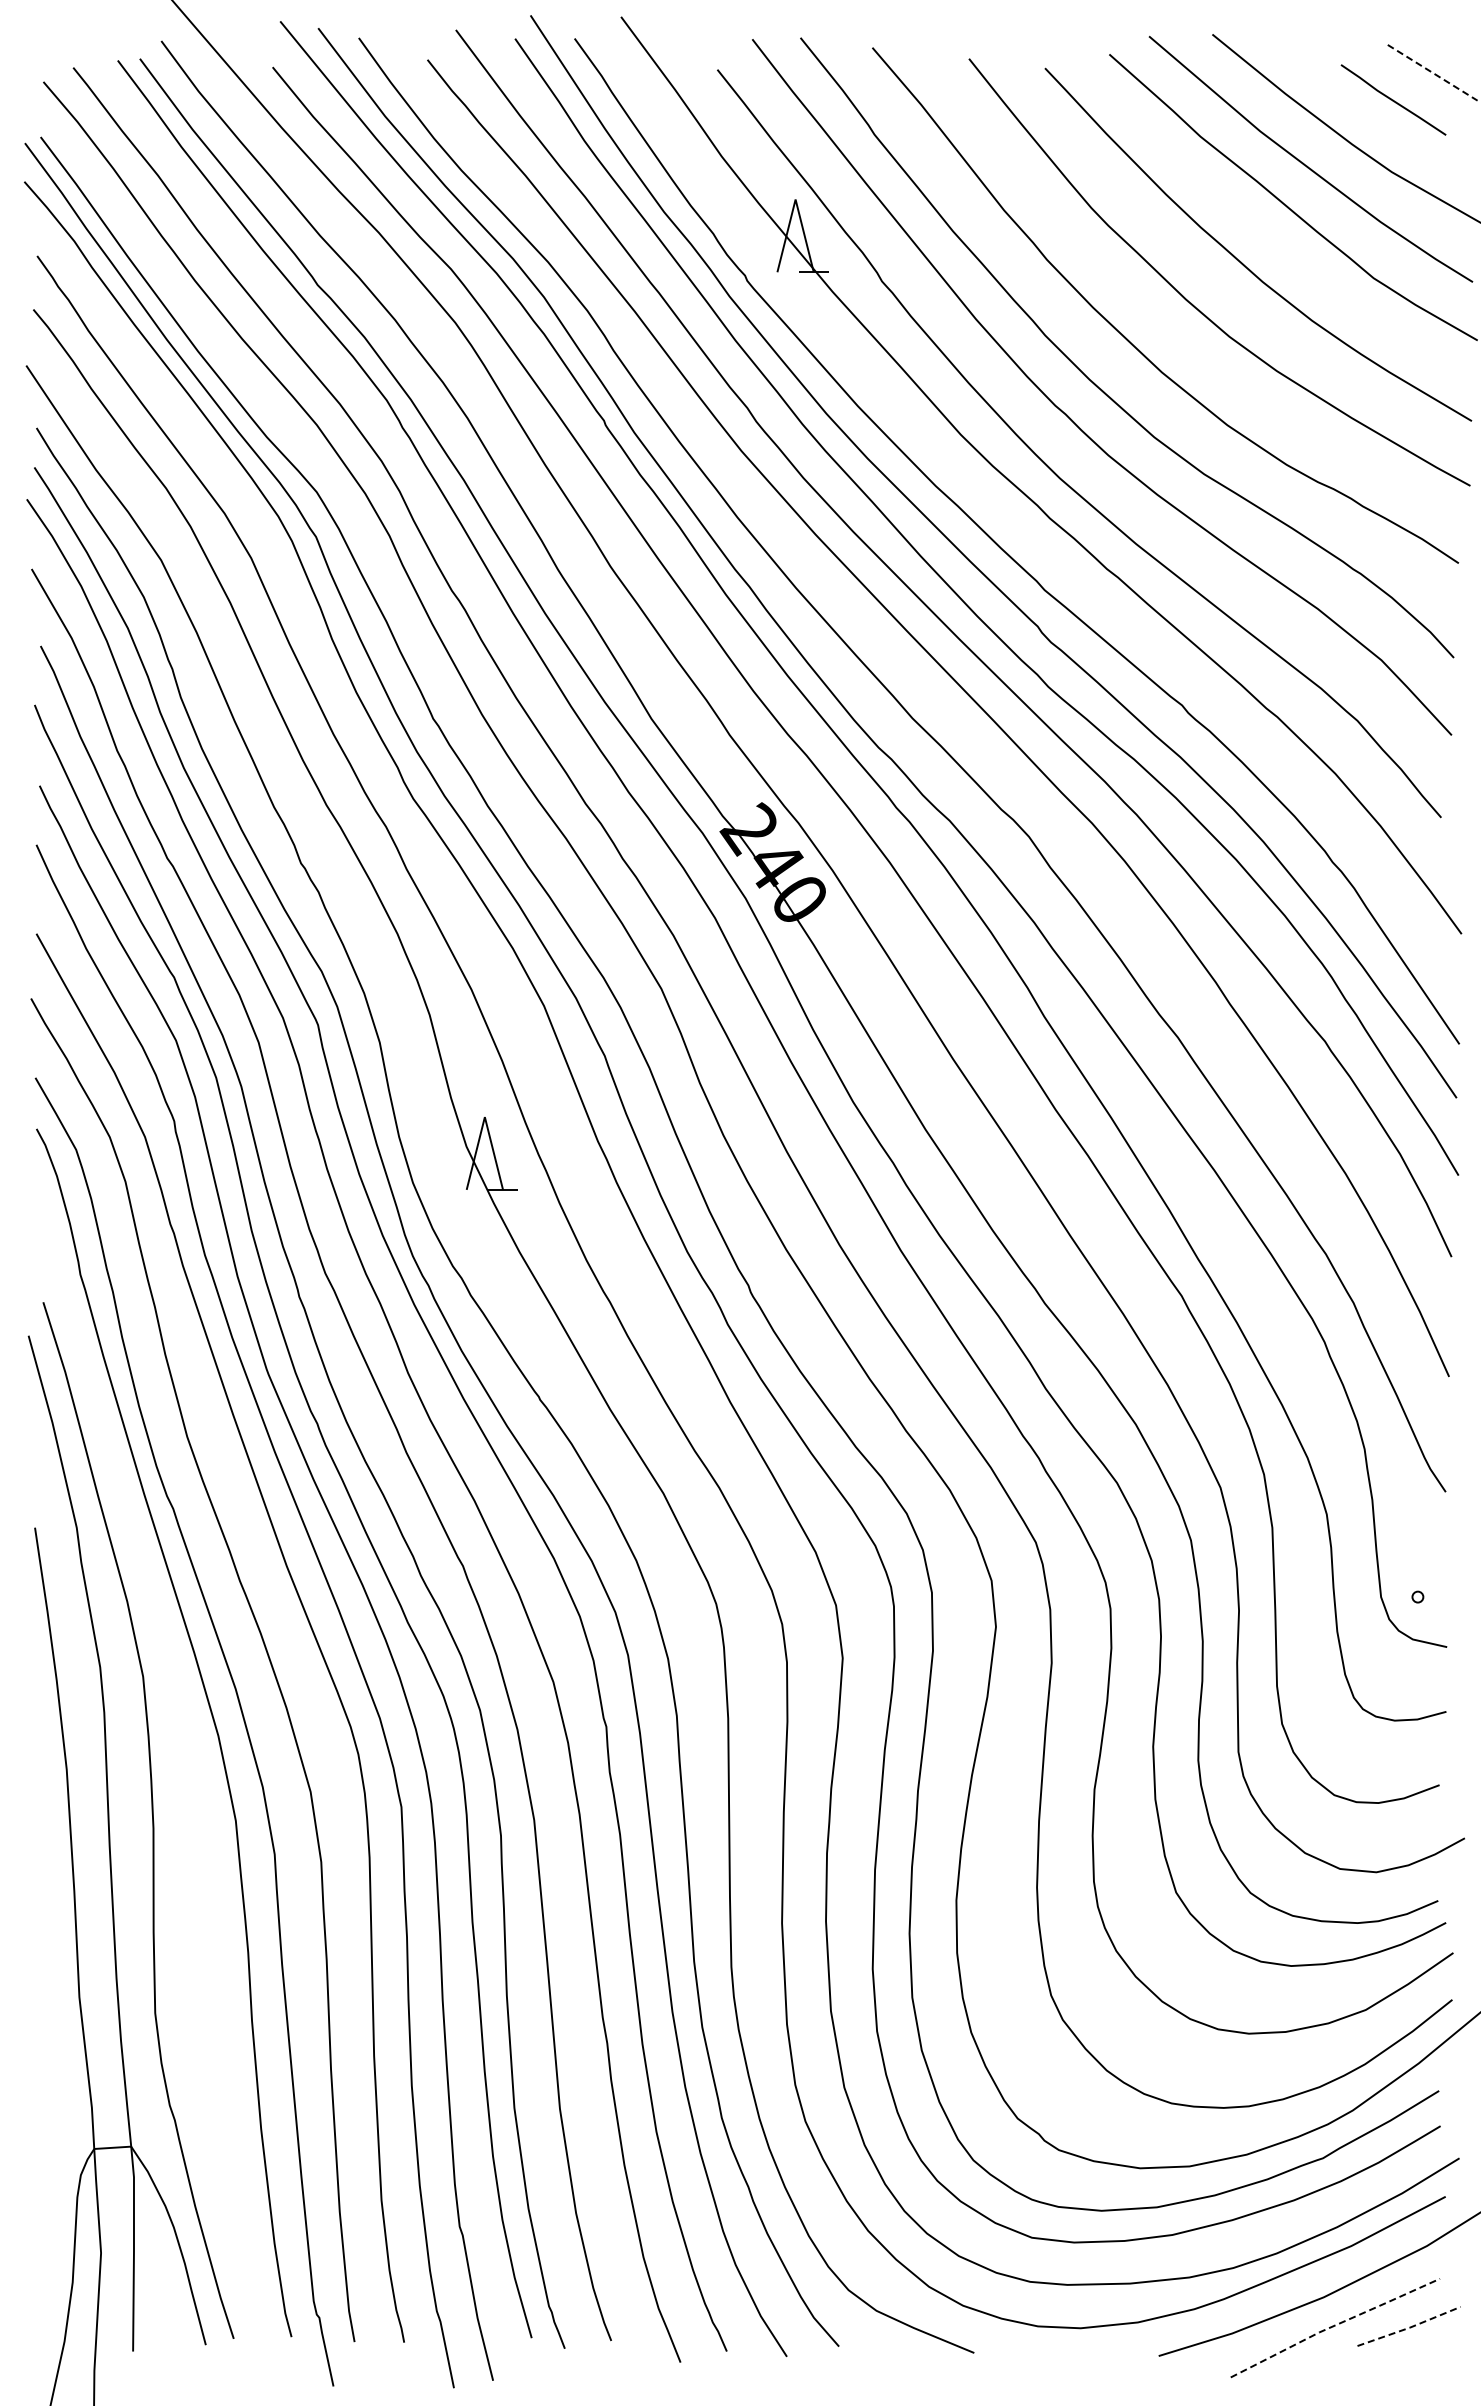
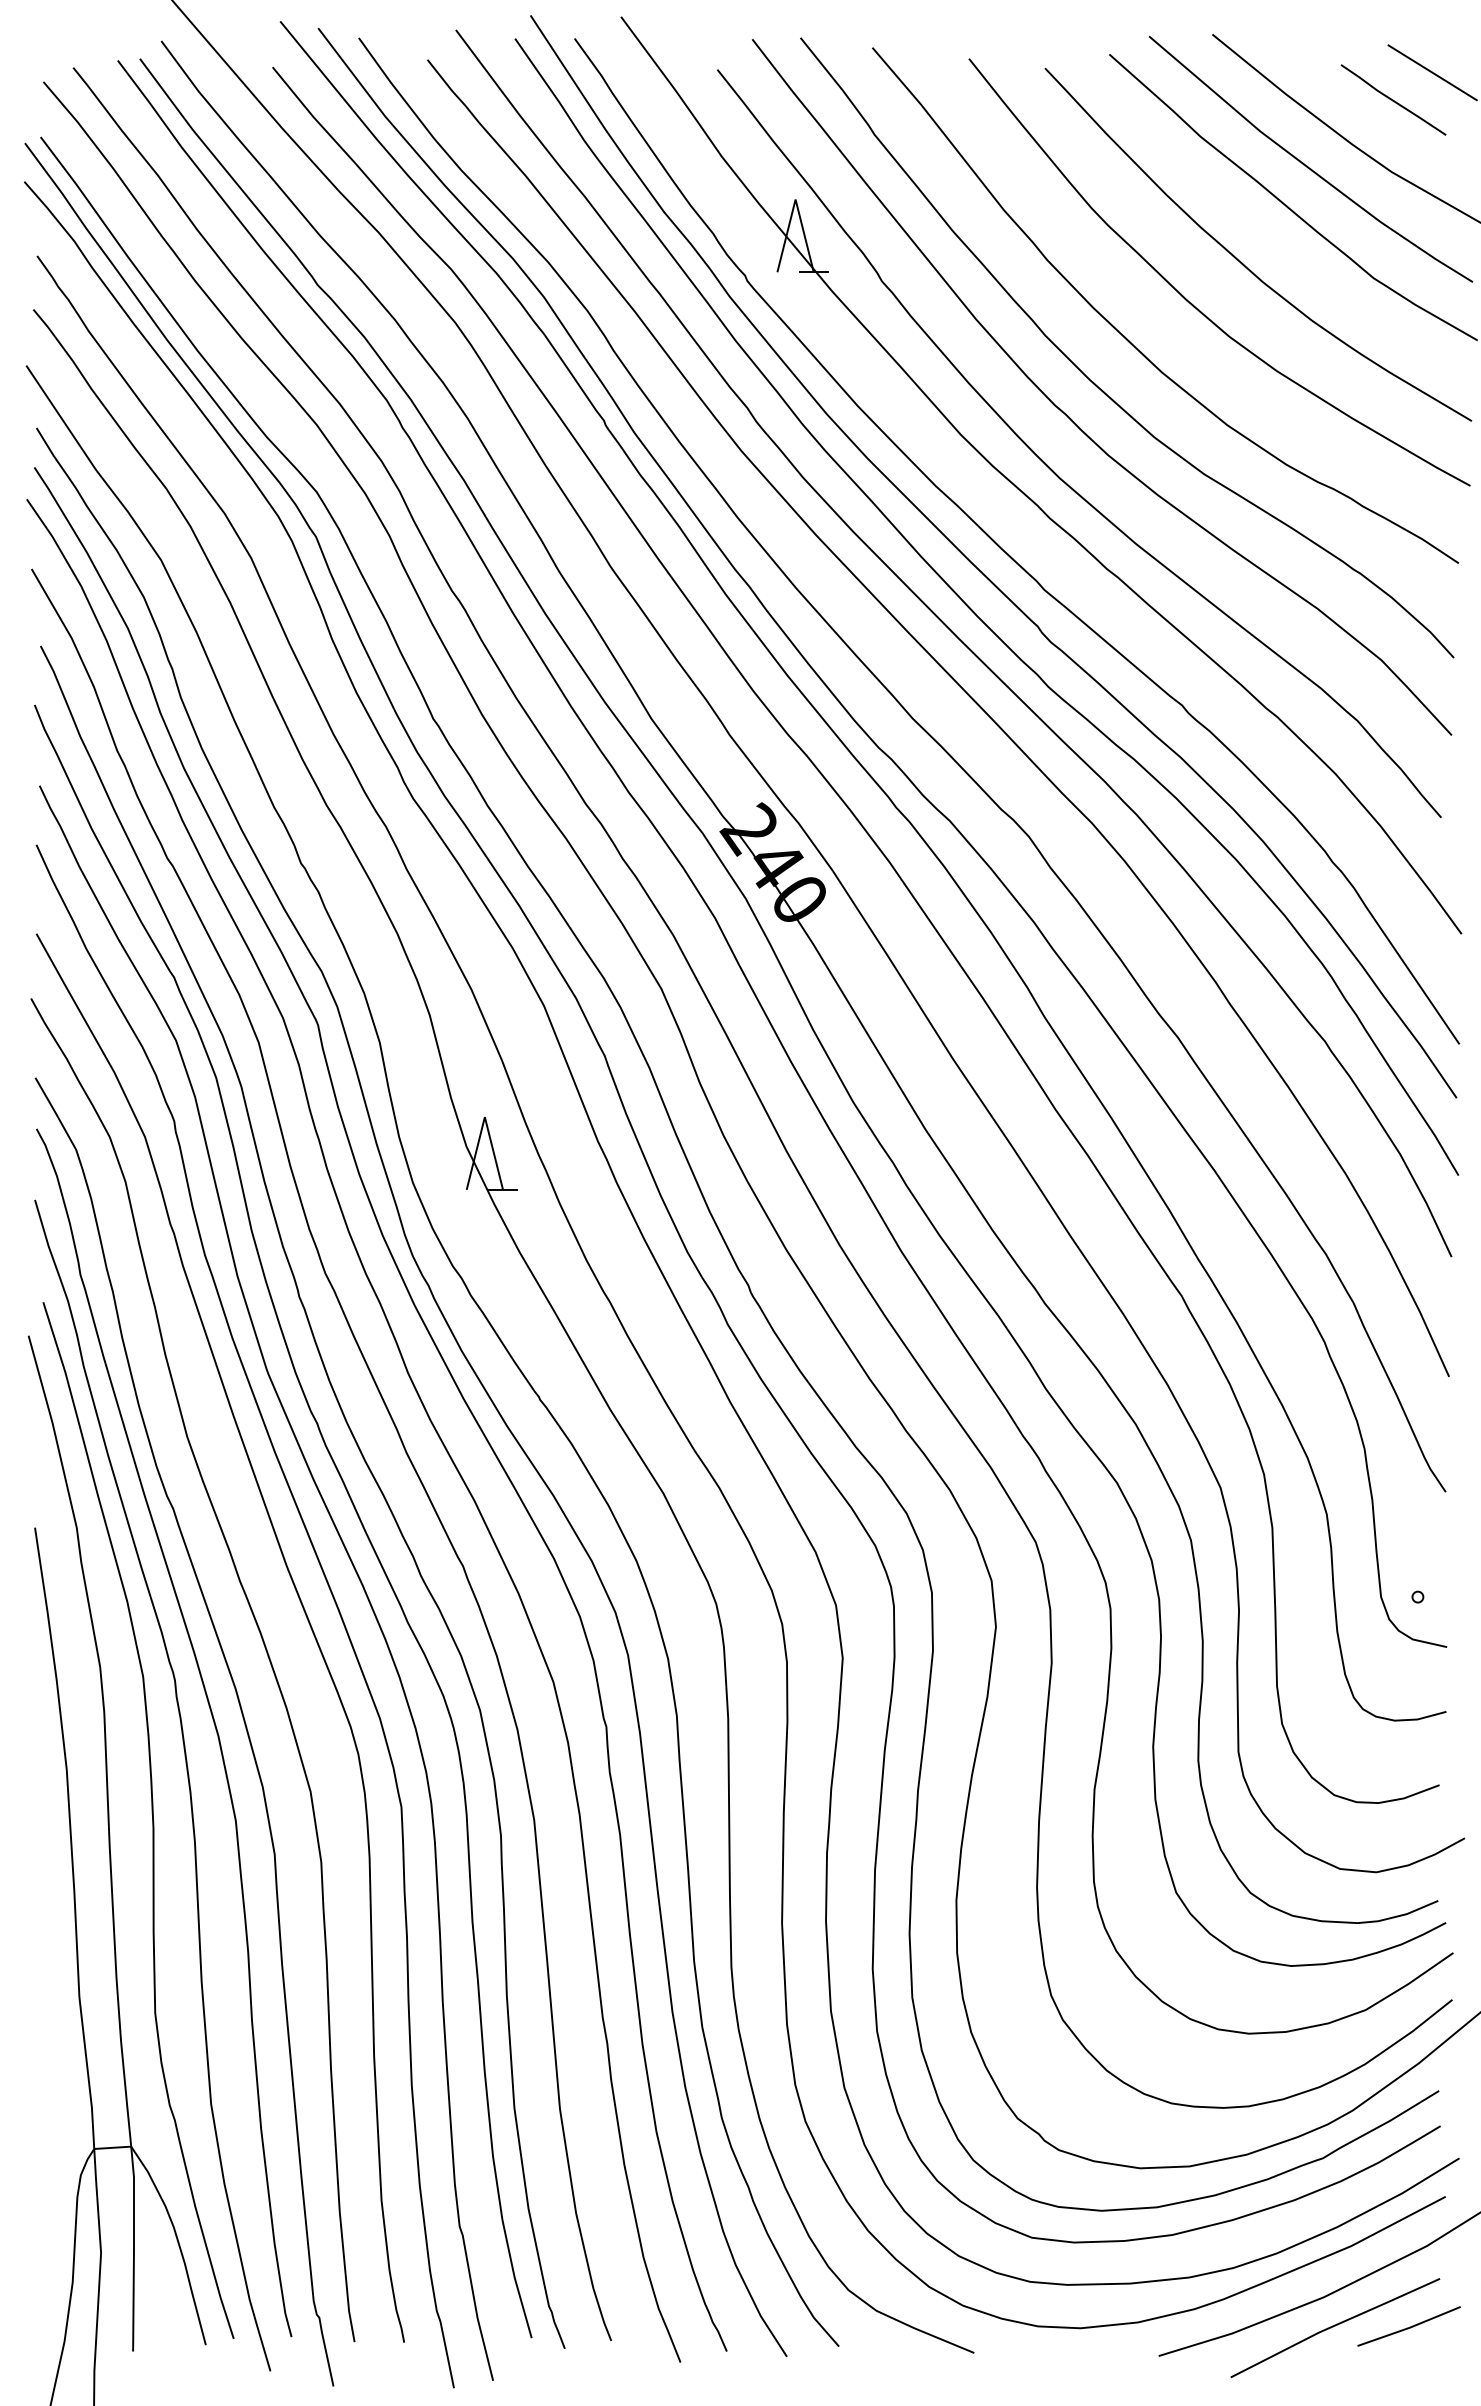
line at (1432, 72): dashed -> solid
curve at (187, 1779): none -> present
line at (1334, 2325): dashed -> solid
line at (1409, 2327): dashed -> solid
